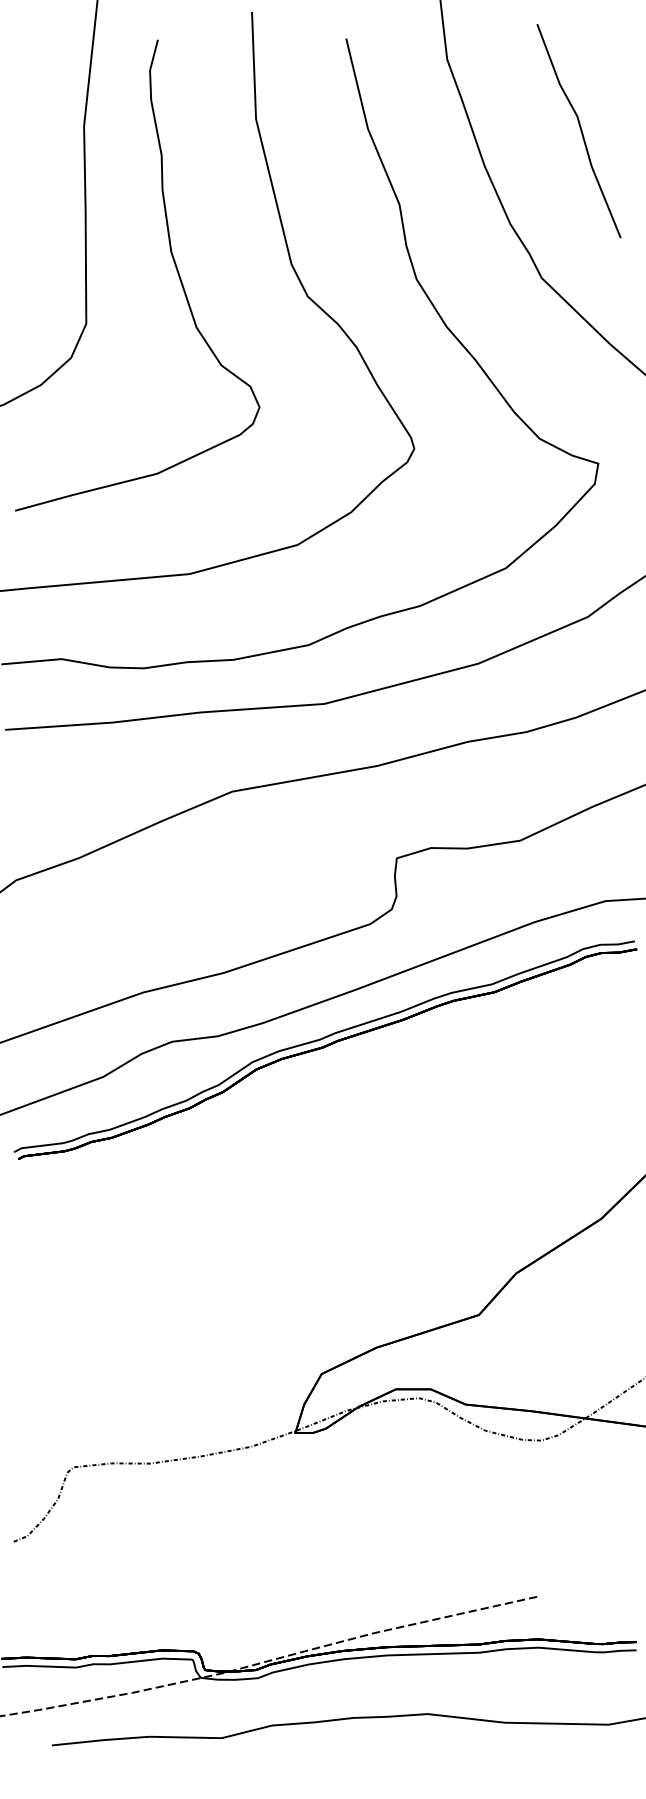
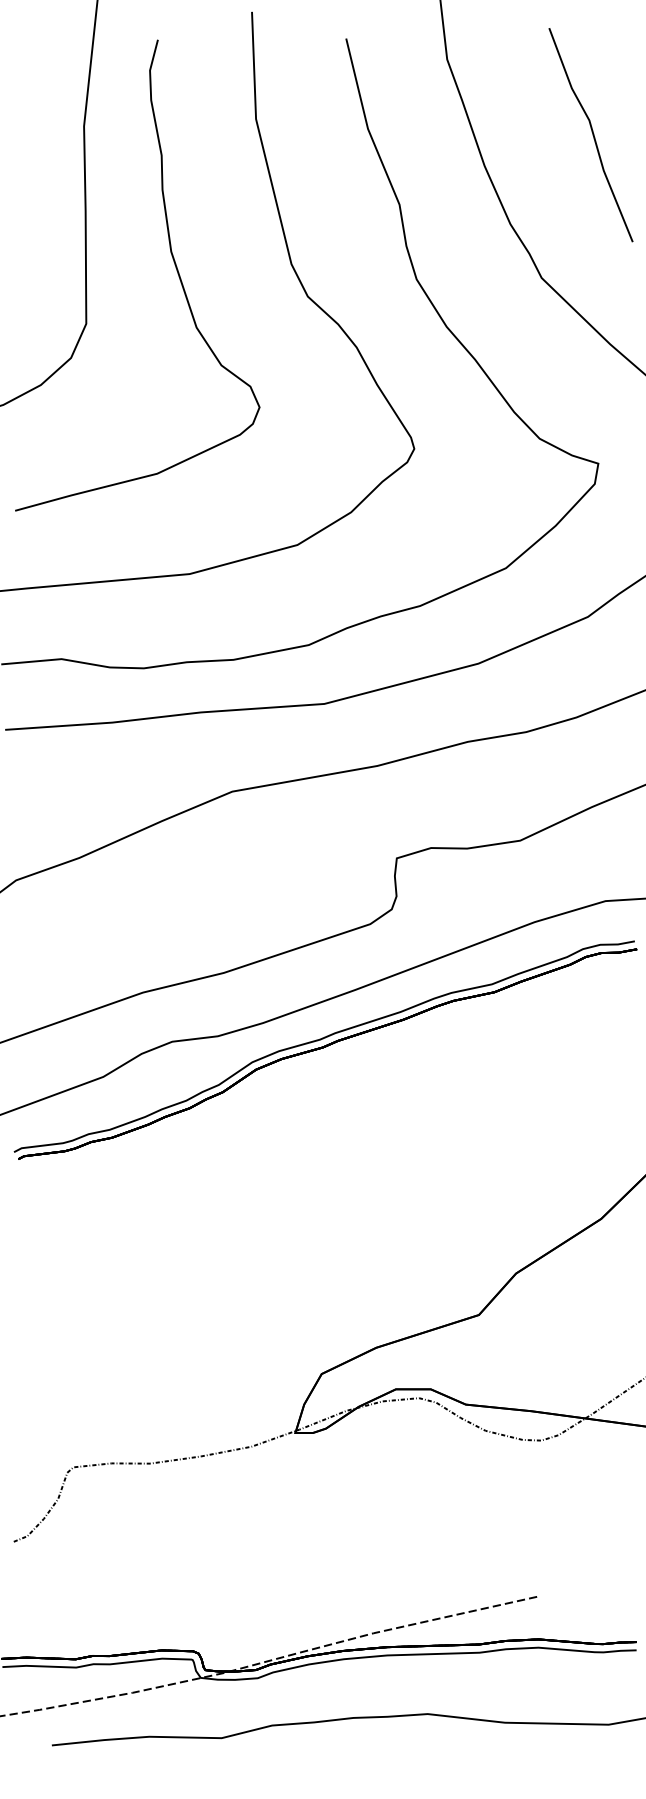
line at (580, 131) position: (580, 131) -> (592, 135)
